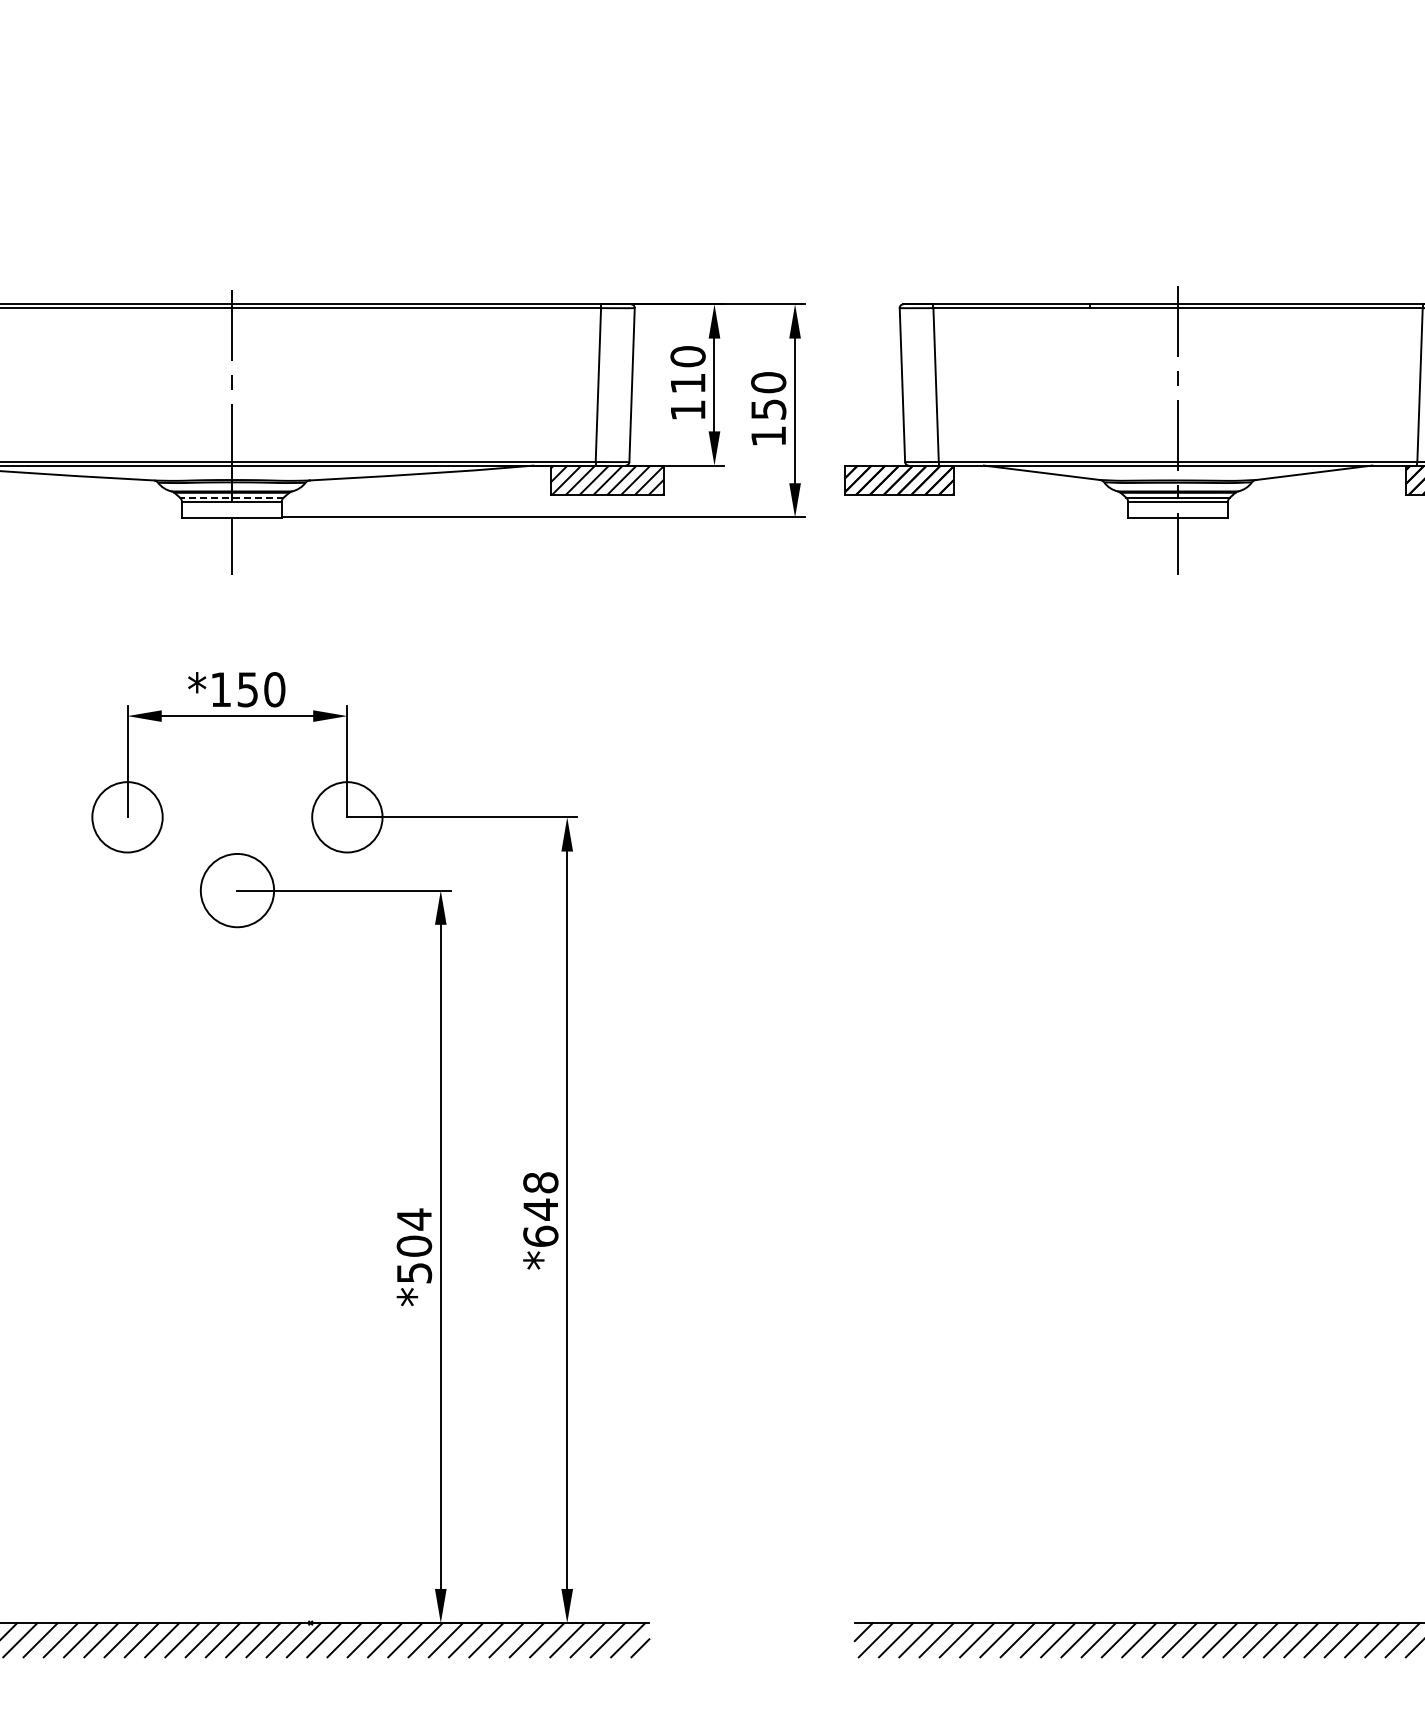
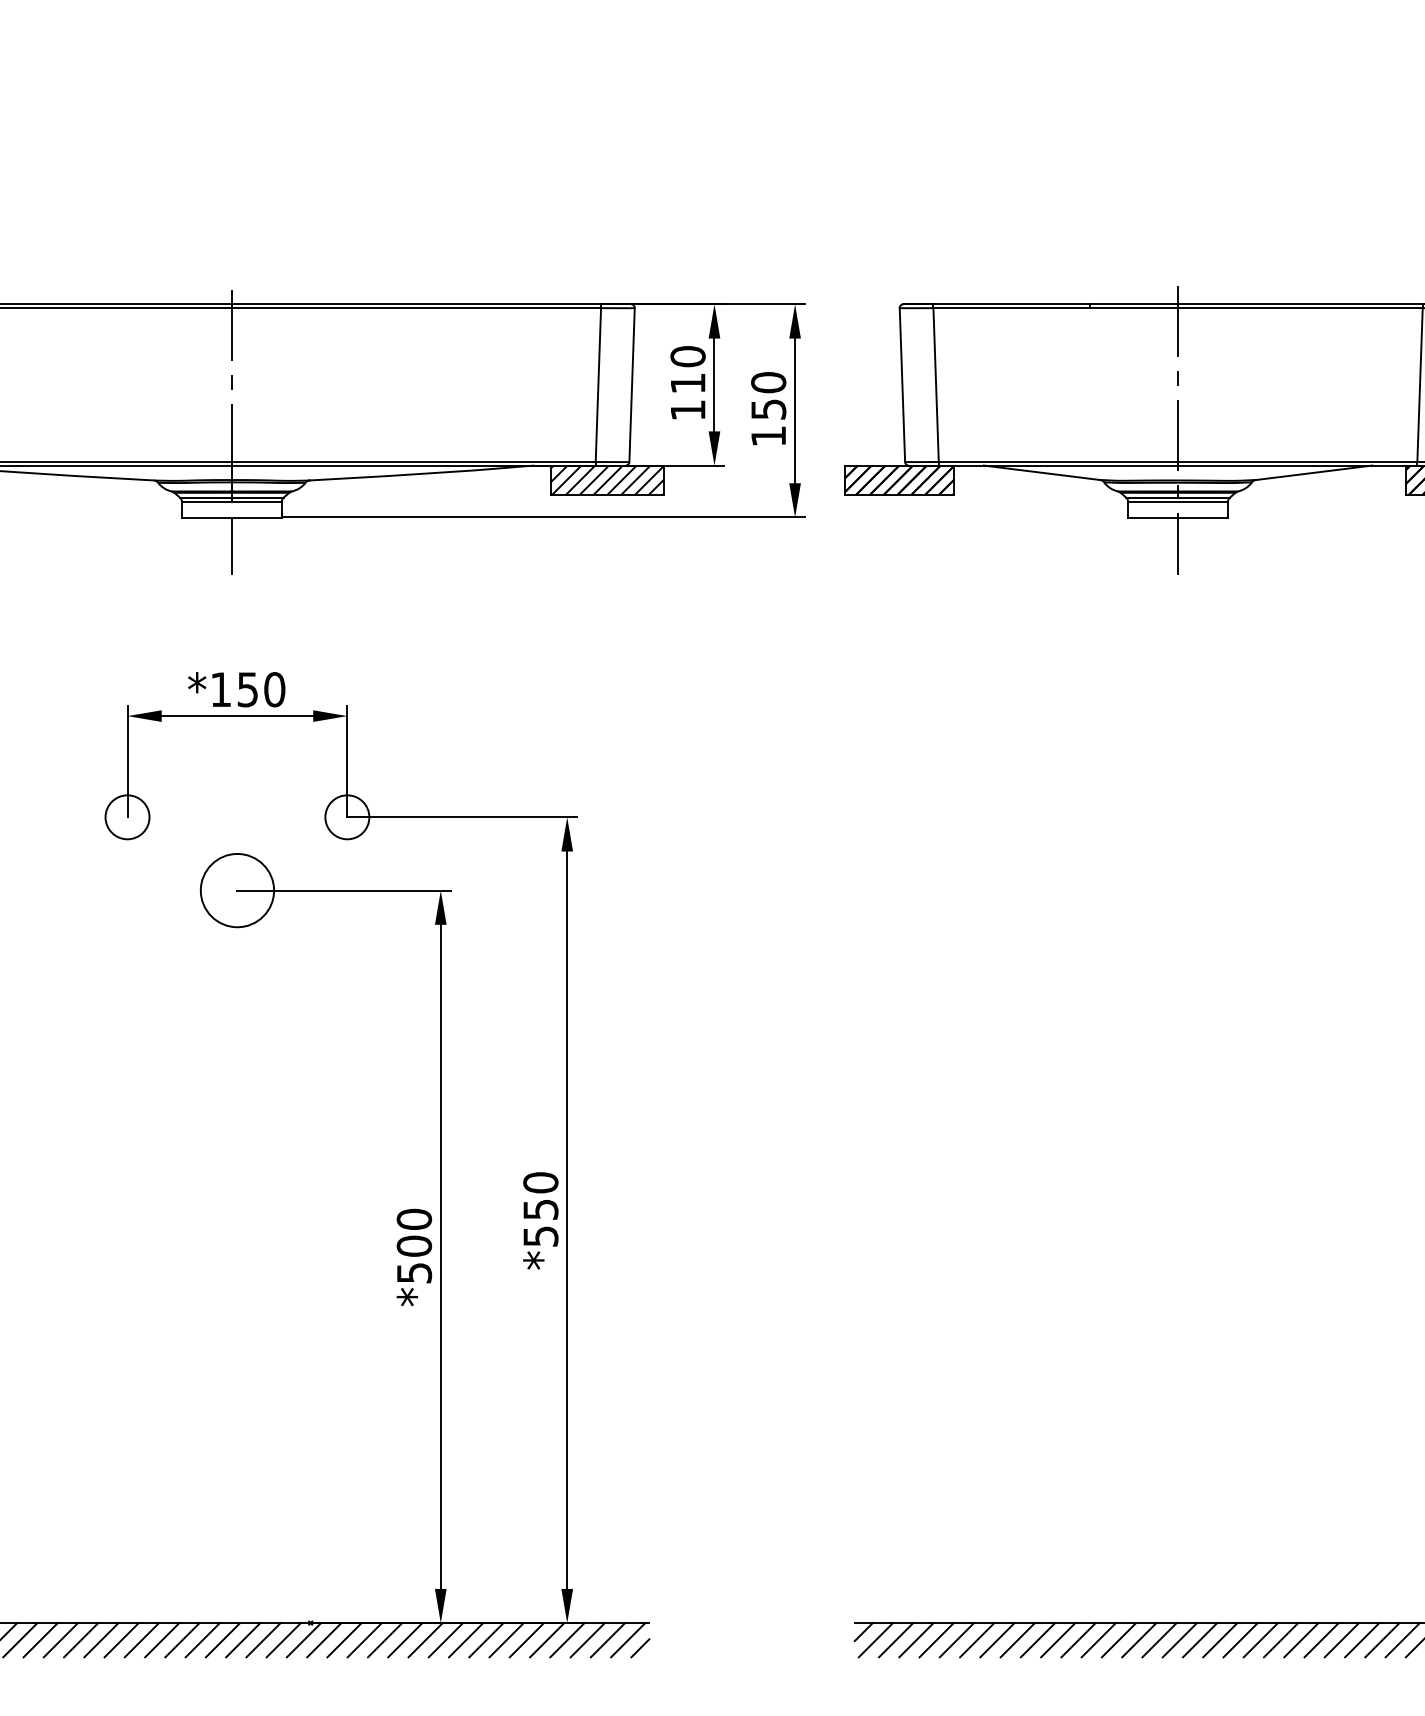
line at (231, 497): dashed -> solid
circle at (127, 817) diameter: 70 px -> 44 px
circle at (347, 817) diameter: 70 px -> 44 px
text at (540, 1209): *648 -> *550
text at (414, 1219): *504 -> *500
